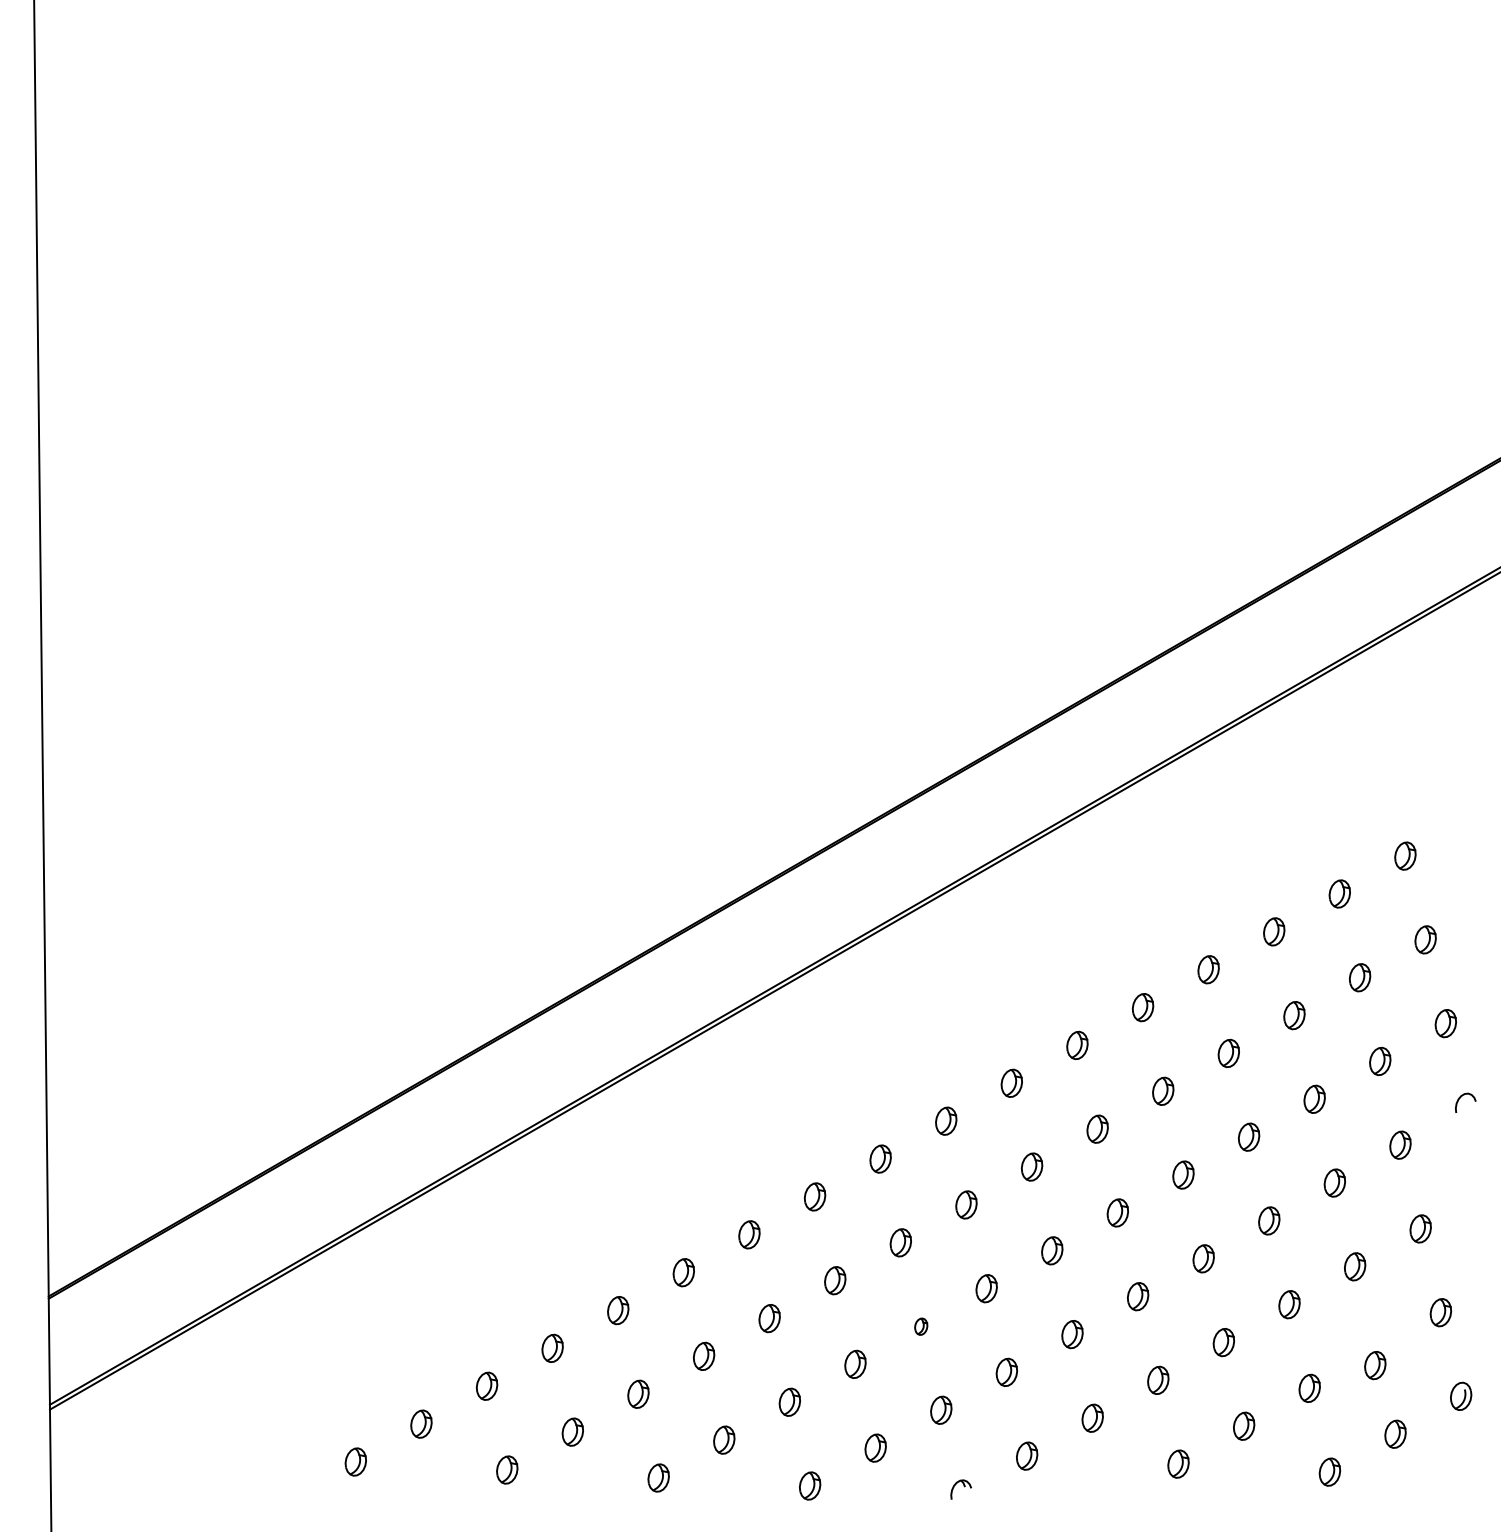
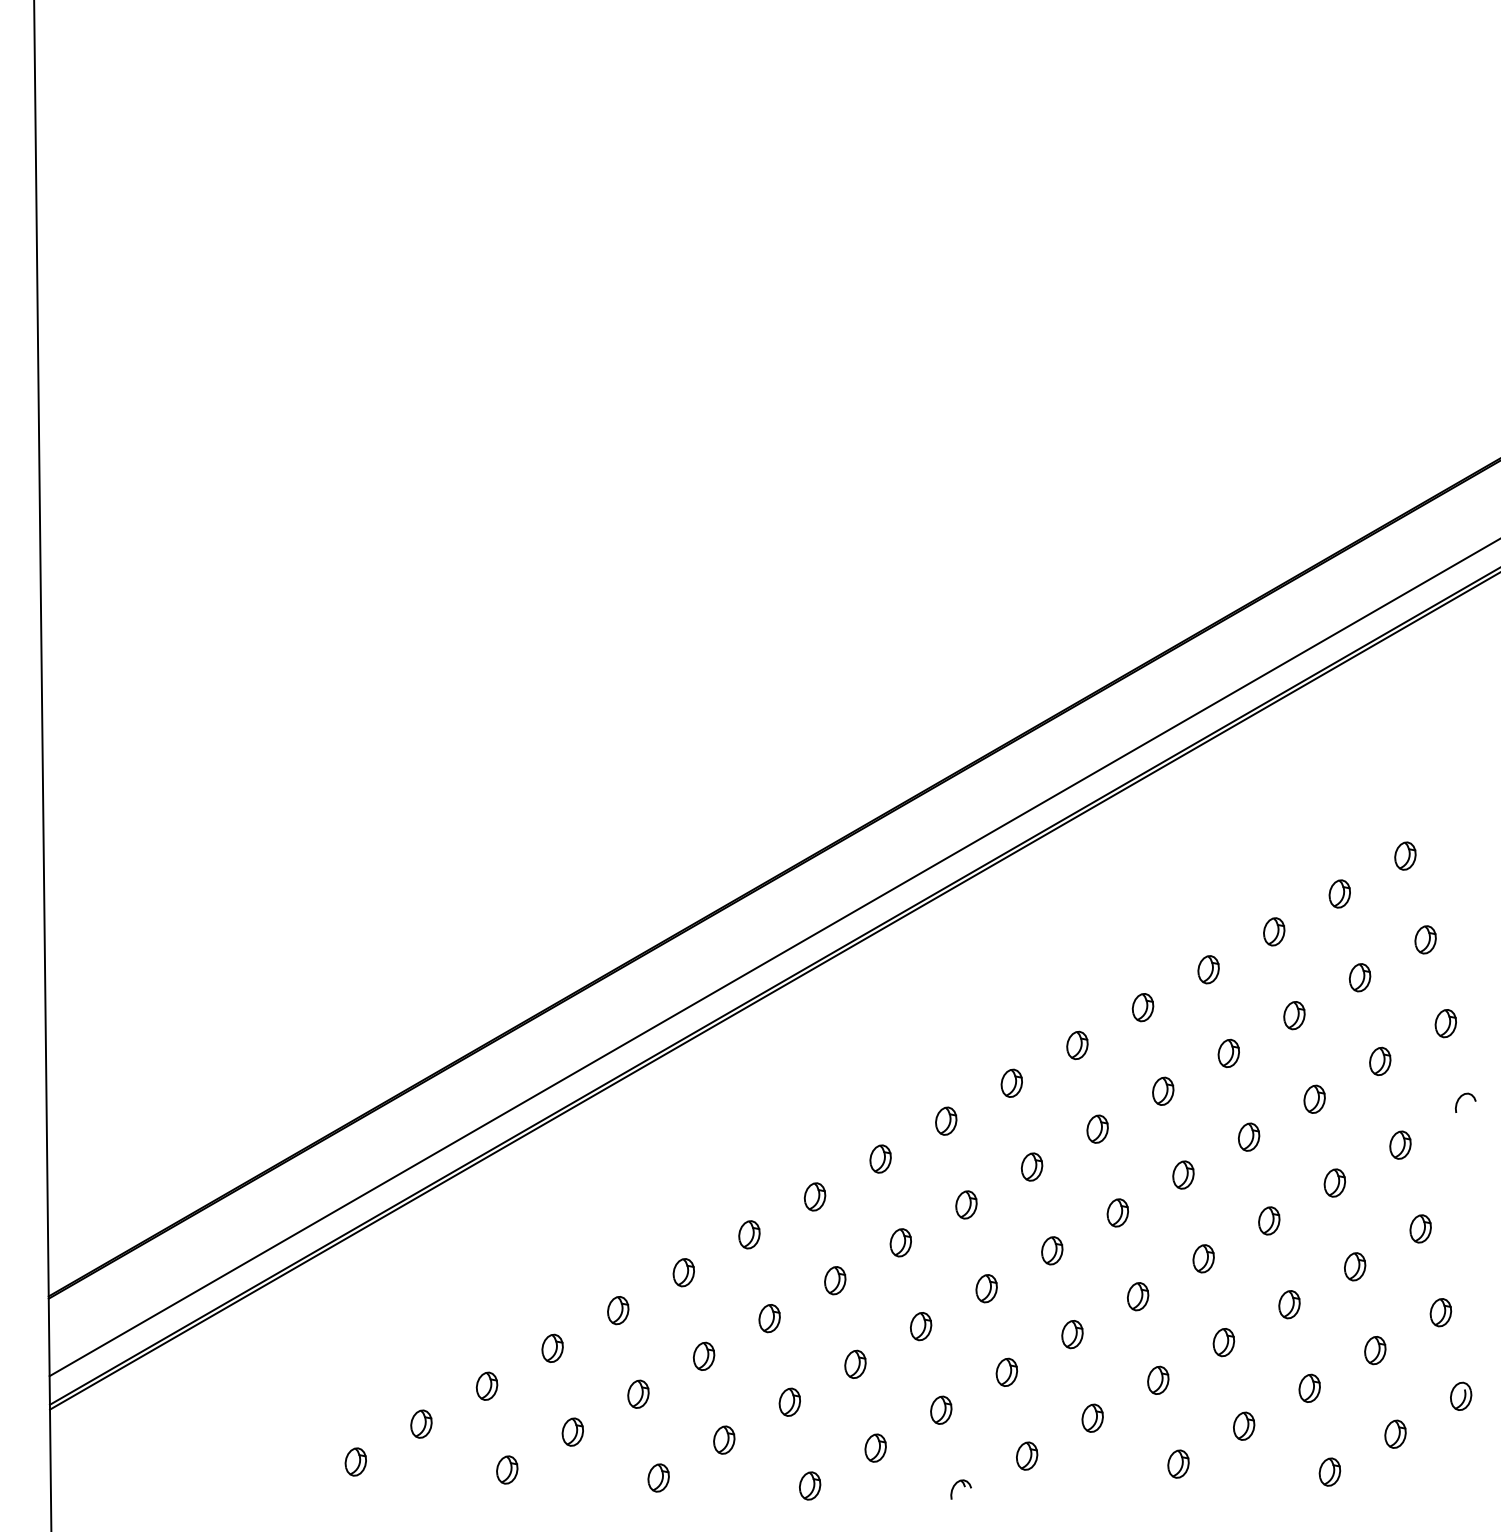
line at (773, 958): none -> present
part at (921, 1326) size: 15x19 px -> 23x30 px
part at (1375, 1365) position: (1375, 1365) -> (1375, 1350)
